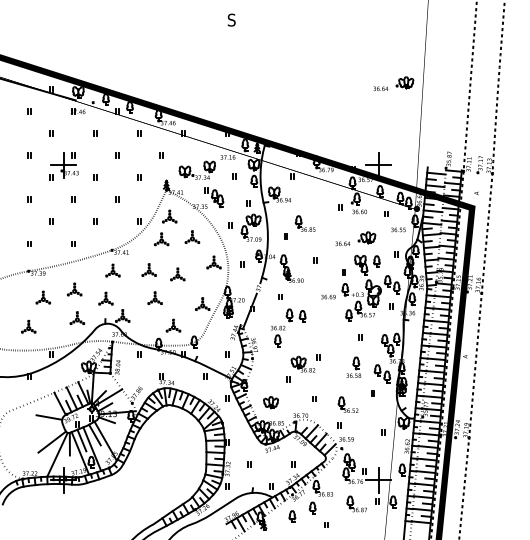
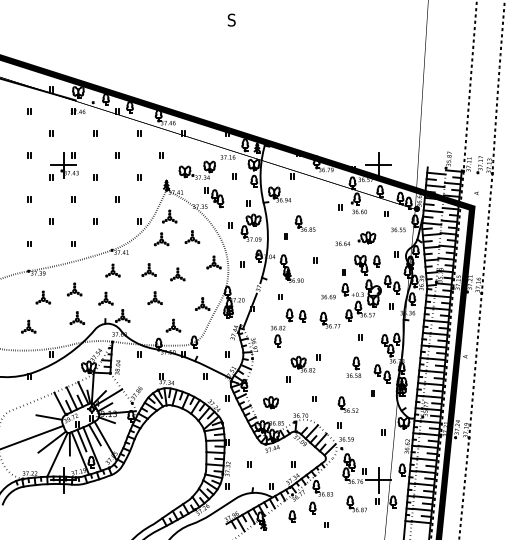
part at (393, 83): present -> none
part at (329, 319): none -> present
line at (32, 436): none -> present
